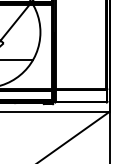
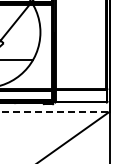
line at (54, 111): solid -> dashed
